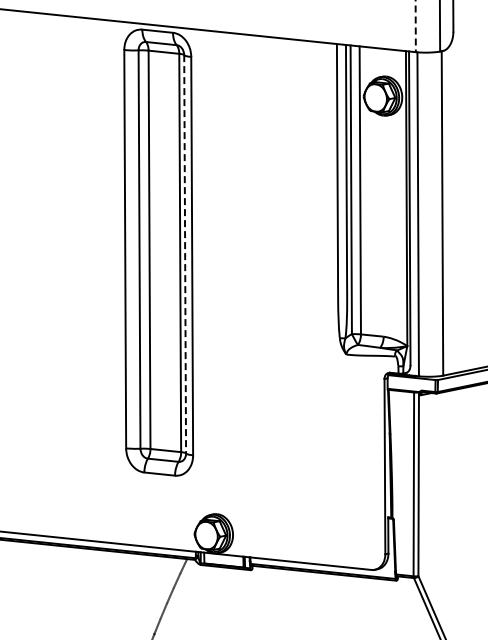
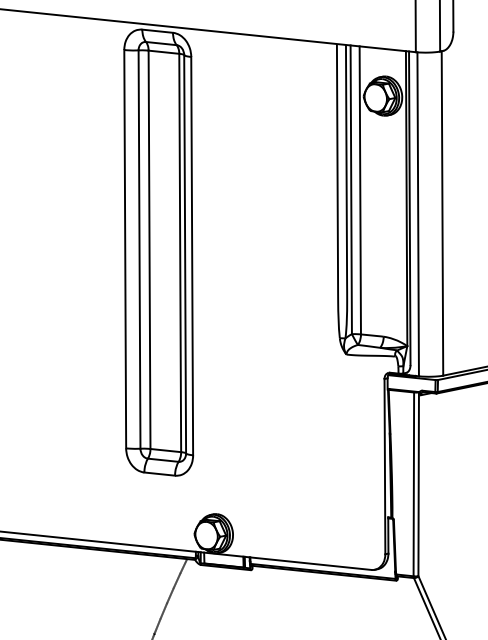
line at (415, 26): dashed -> solid
line at (185, 254): dashed -> solid
